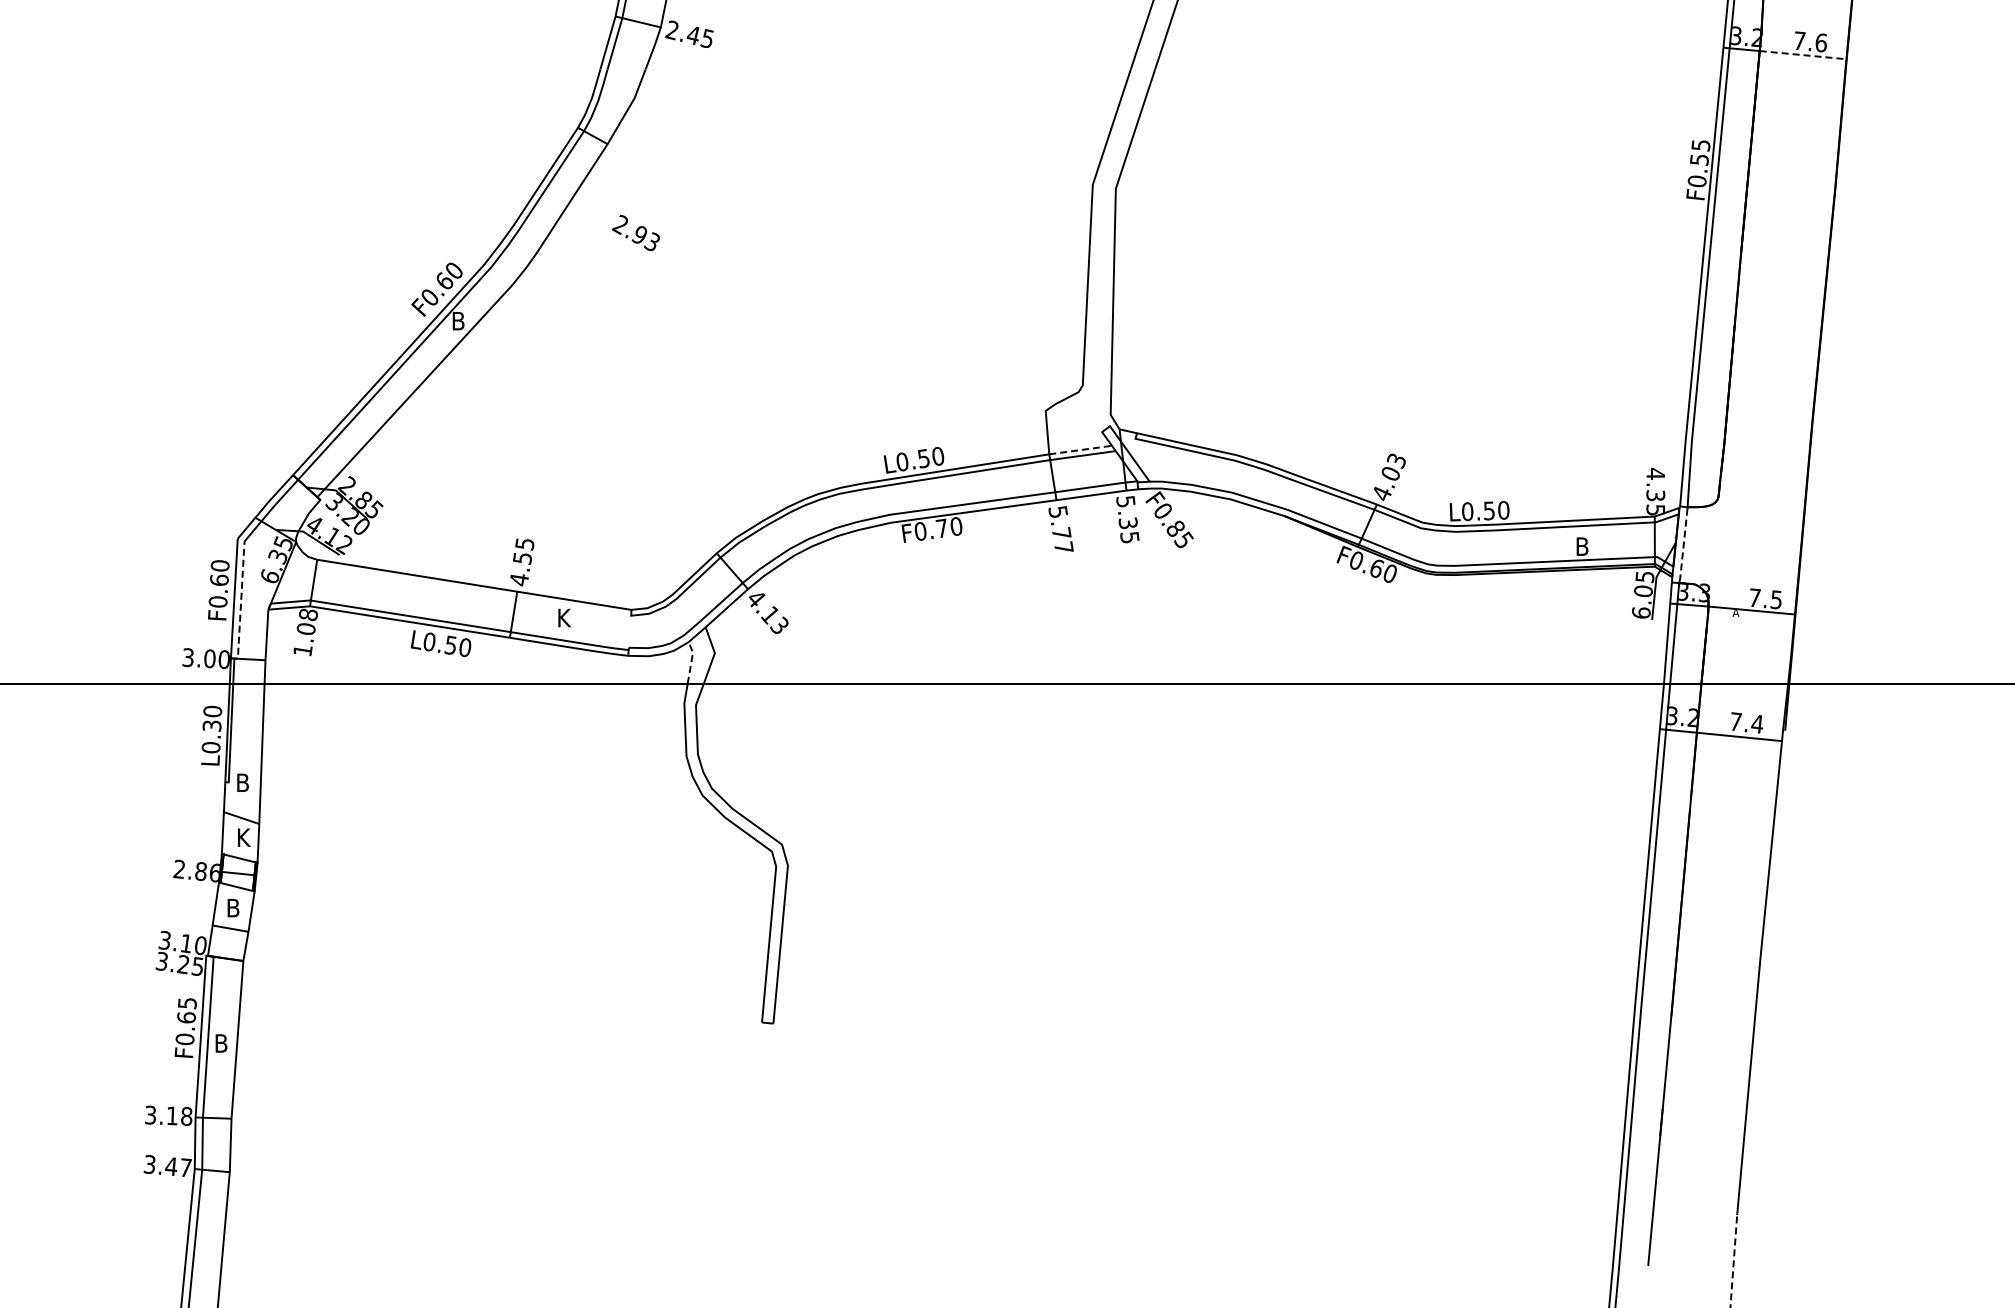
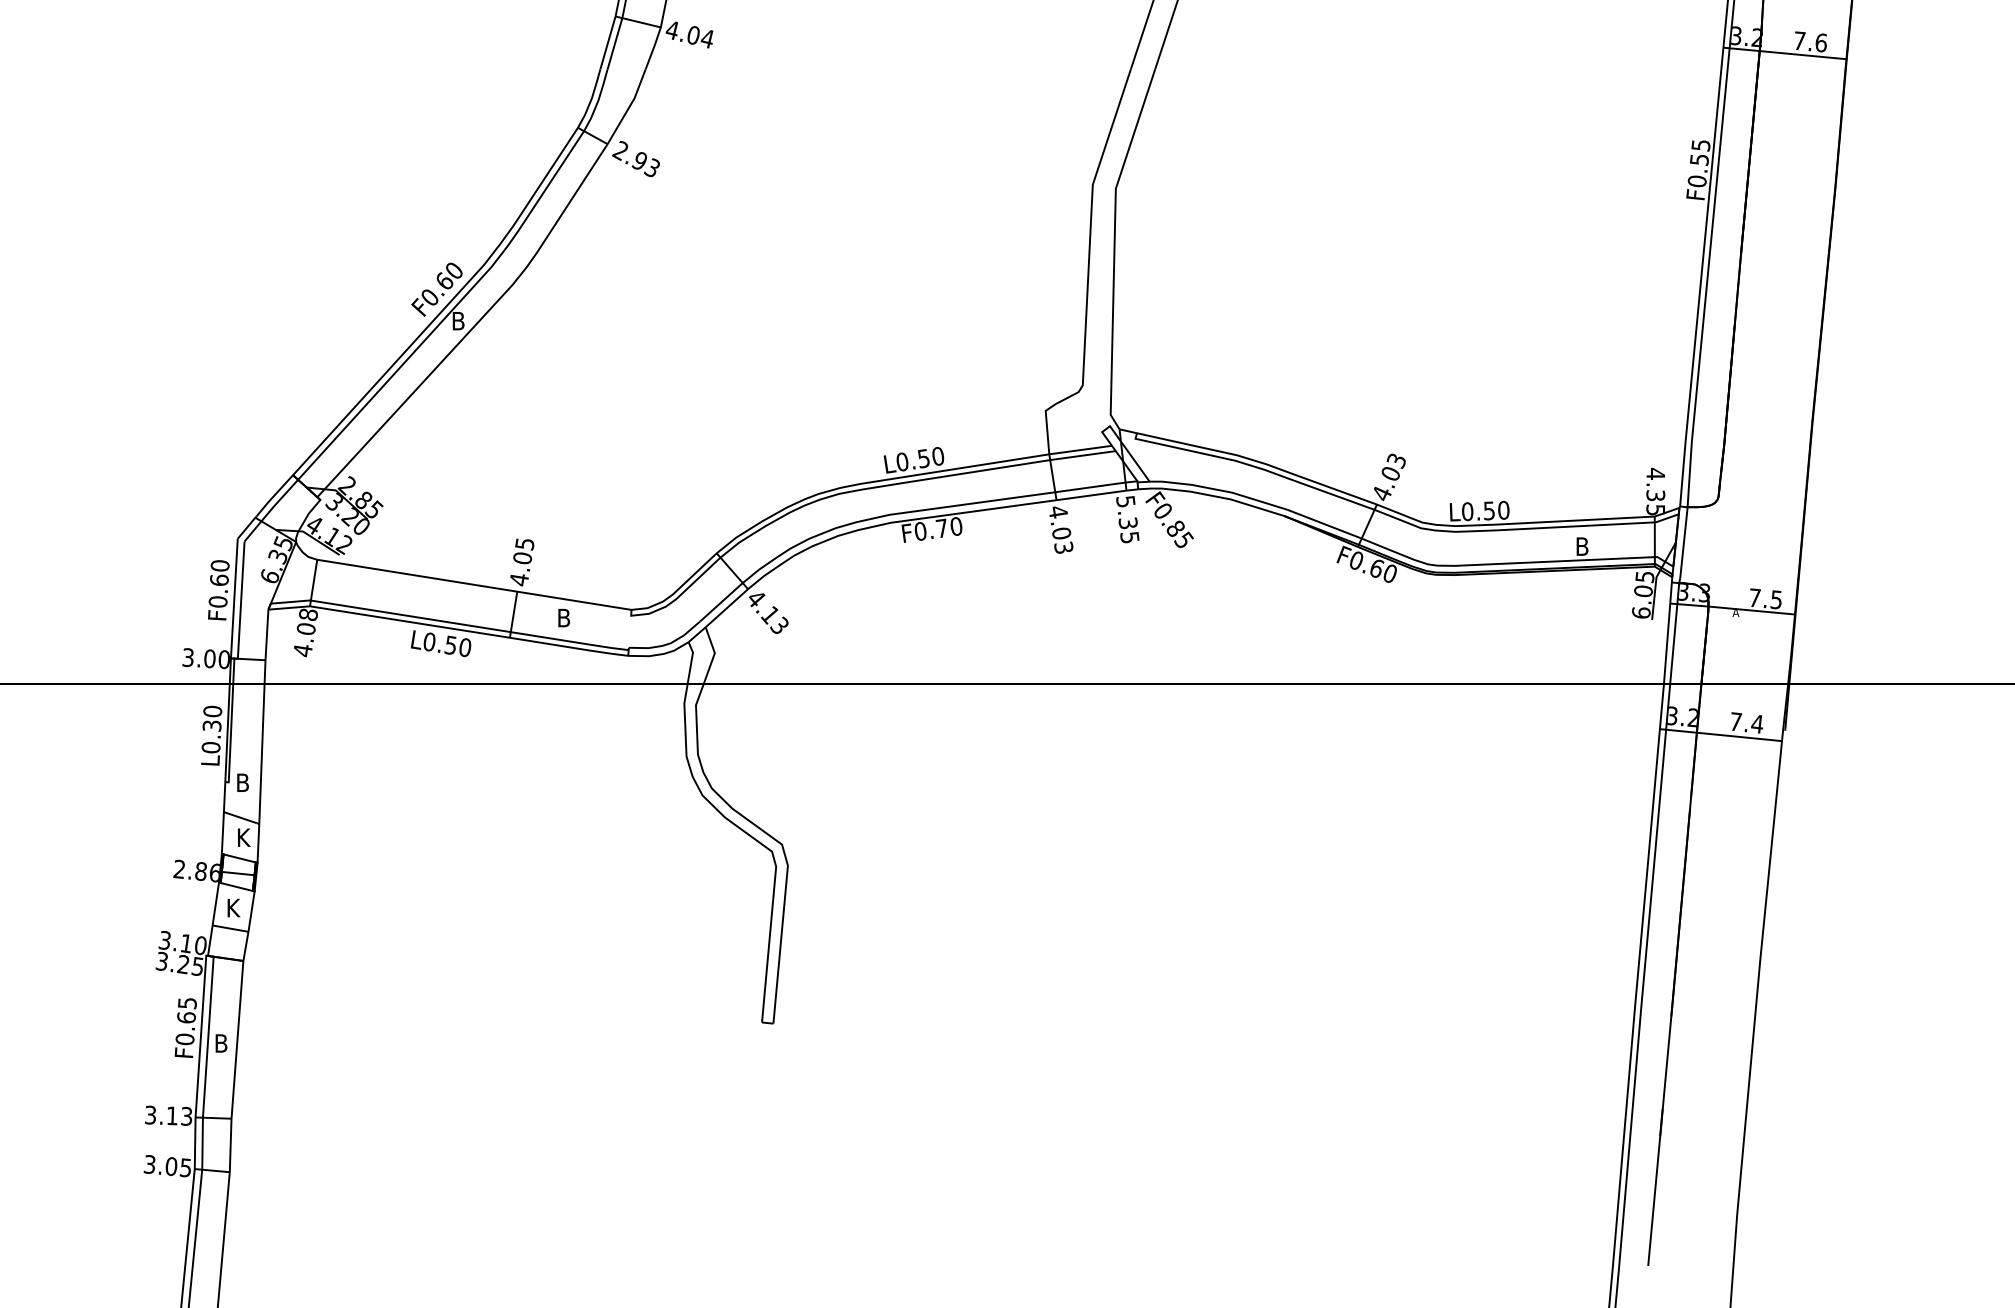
text at (689, 34): 2.45 -> 4.04
line at (1803, 55): dashed -> solid
text at (635, 233) position: (635, 233) -> (635, 159)
line at (1080, 450): dashed -> solid
text at (1060, 529): 5.77 -> 4.03
line at (1683, 543): dashed -> solid
text at (522, 558): 4.55 -> 4.05
line at (240, 605): dashed -> solid
text at (565, 617): K -> B
text at (302, 651): 1.08 -> 4.08
line at (691, 661): dashed -> solid
text at (235, 907): B -> K
text at (186, 1116): 3.18 -> 3.13
text at (178, 1167): 3.47 -> 3.05
line at (1733, 1260): dashed -> solid
